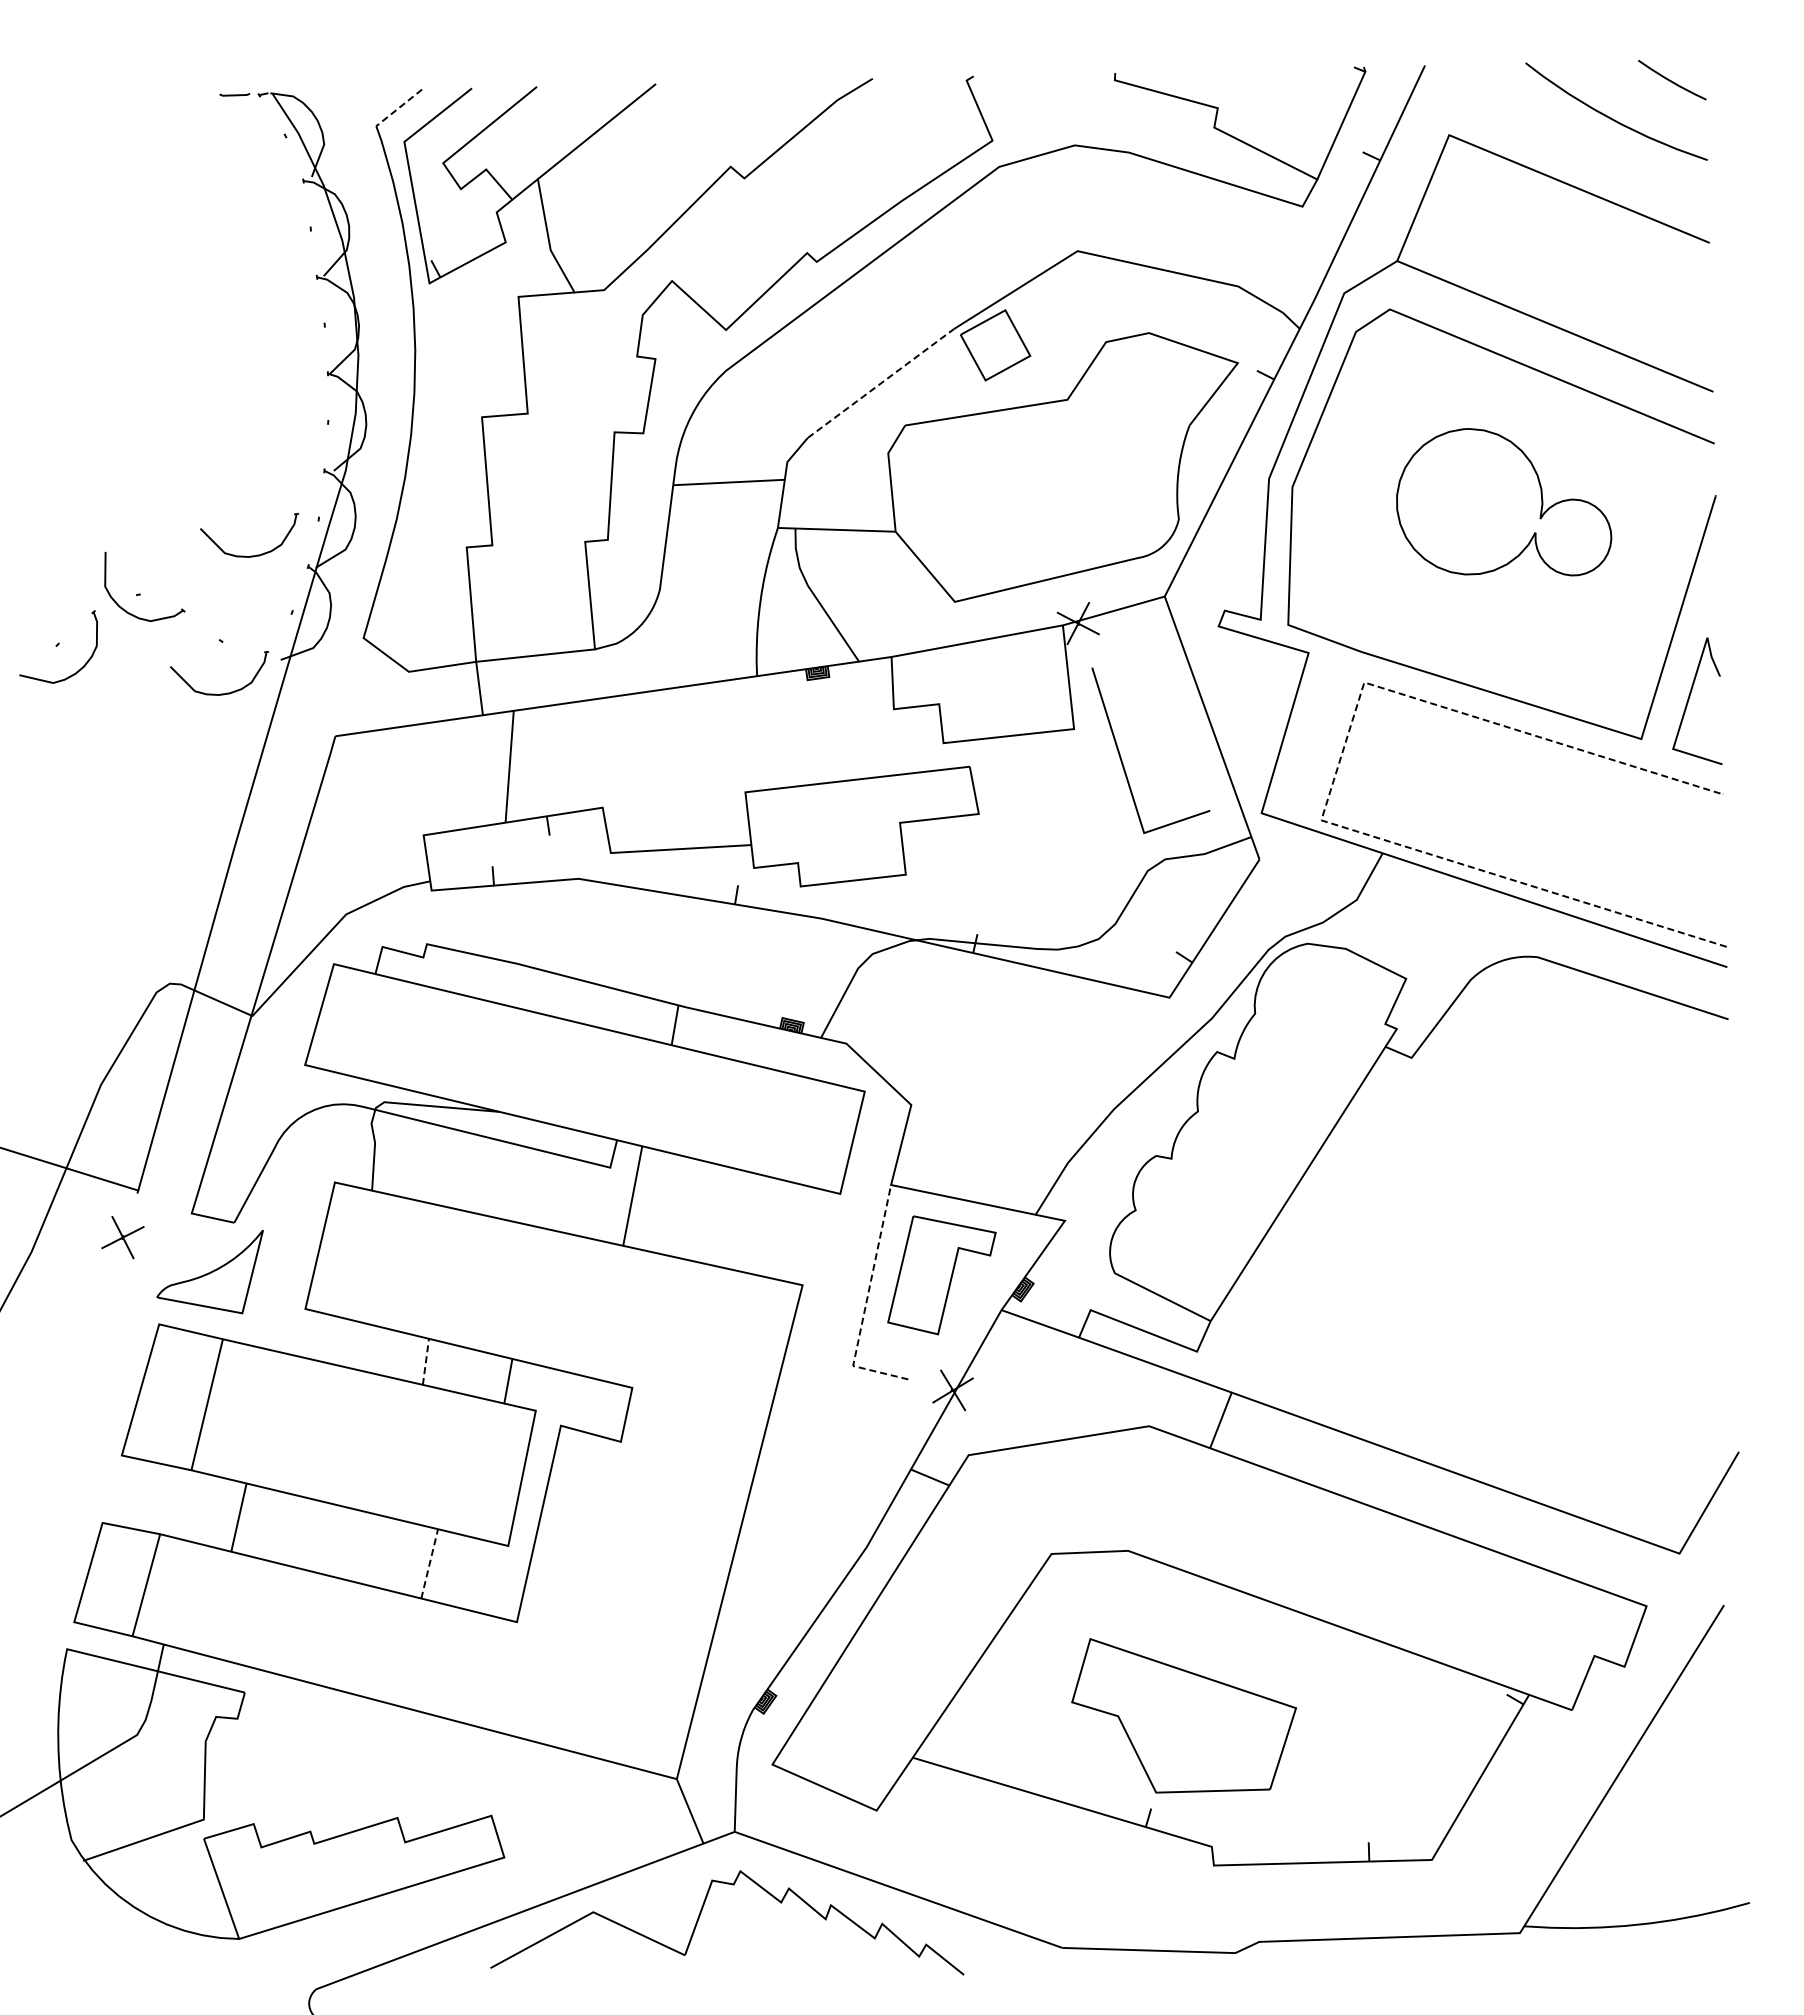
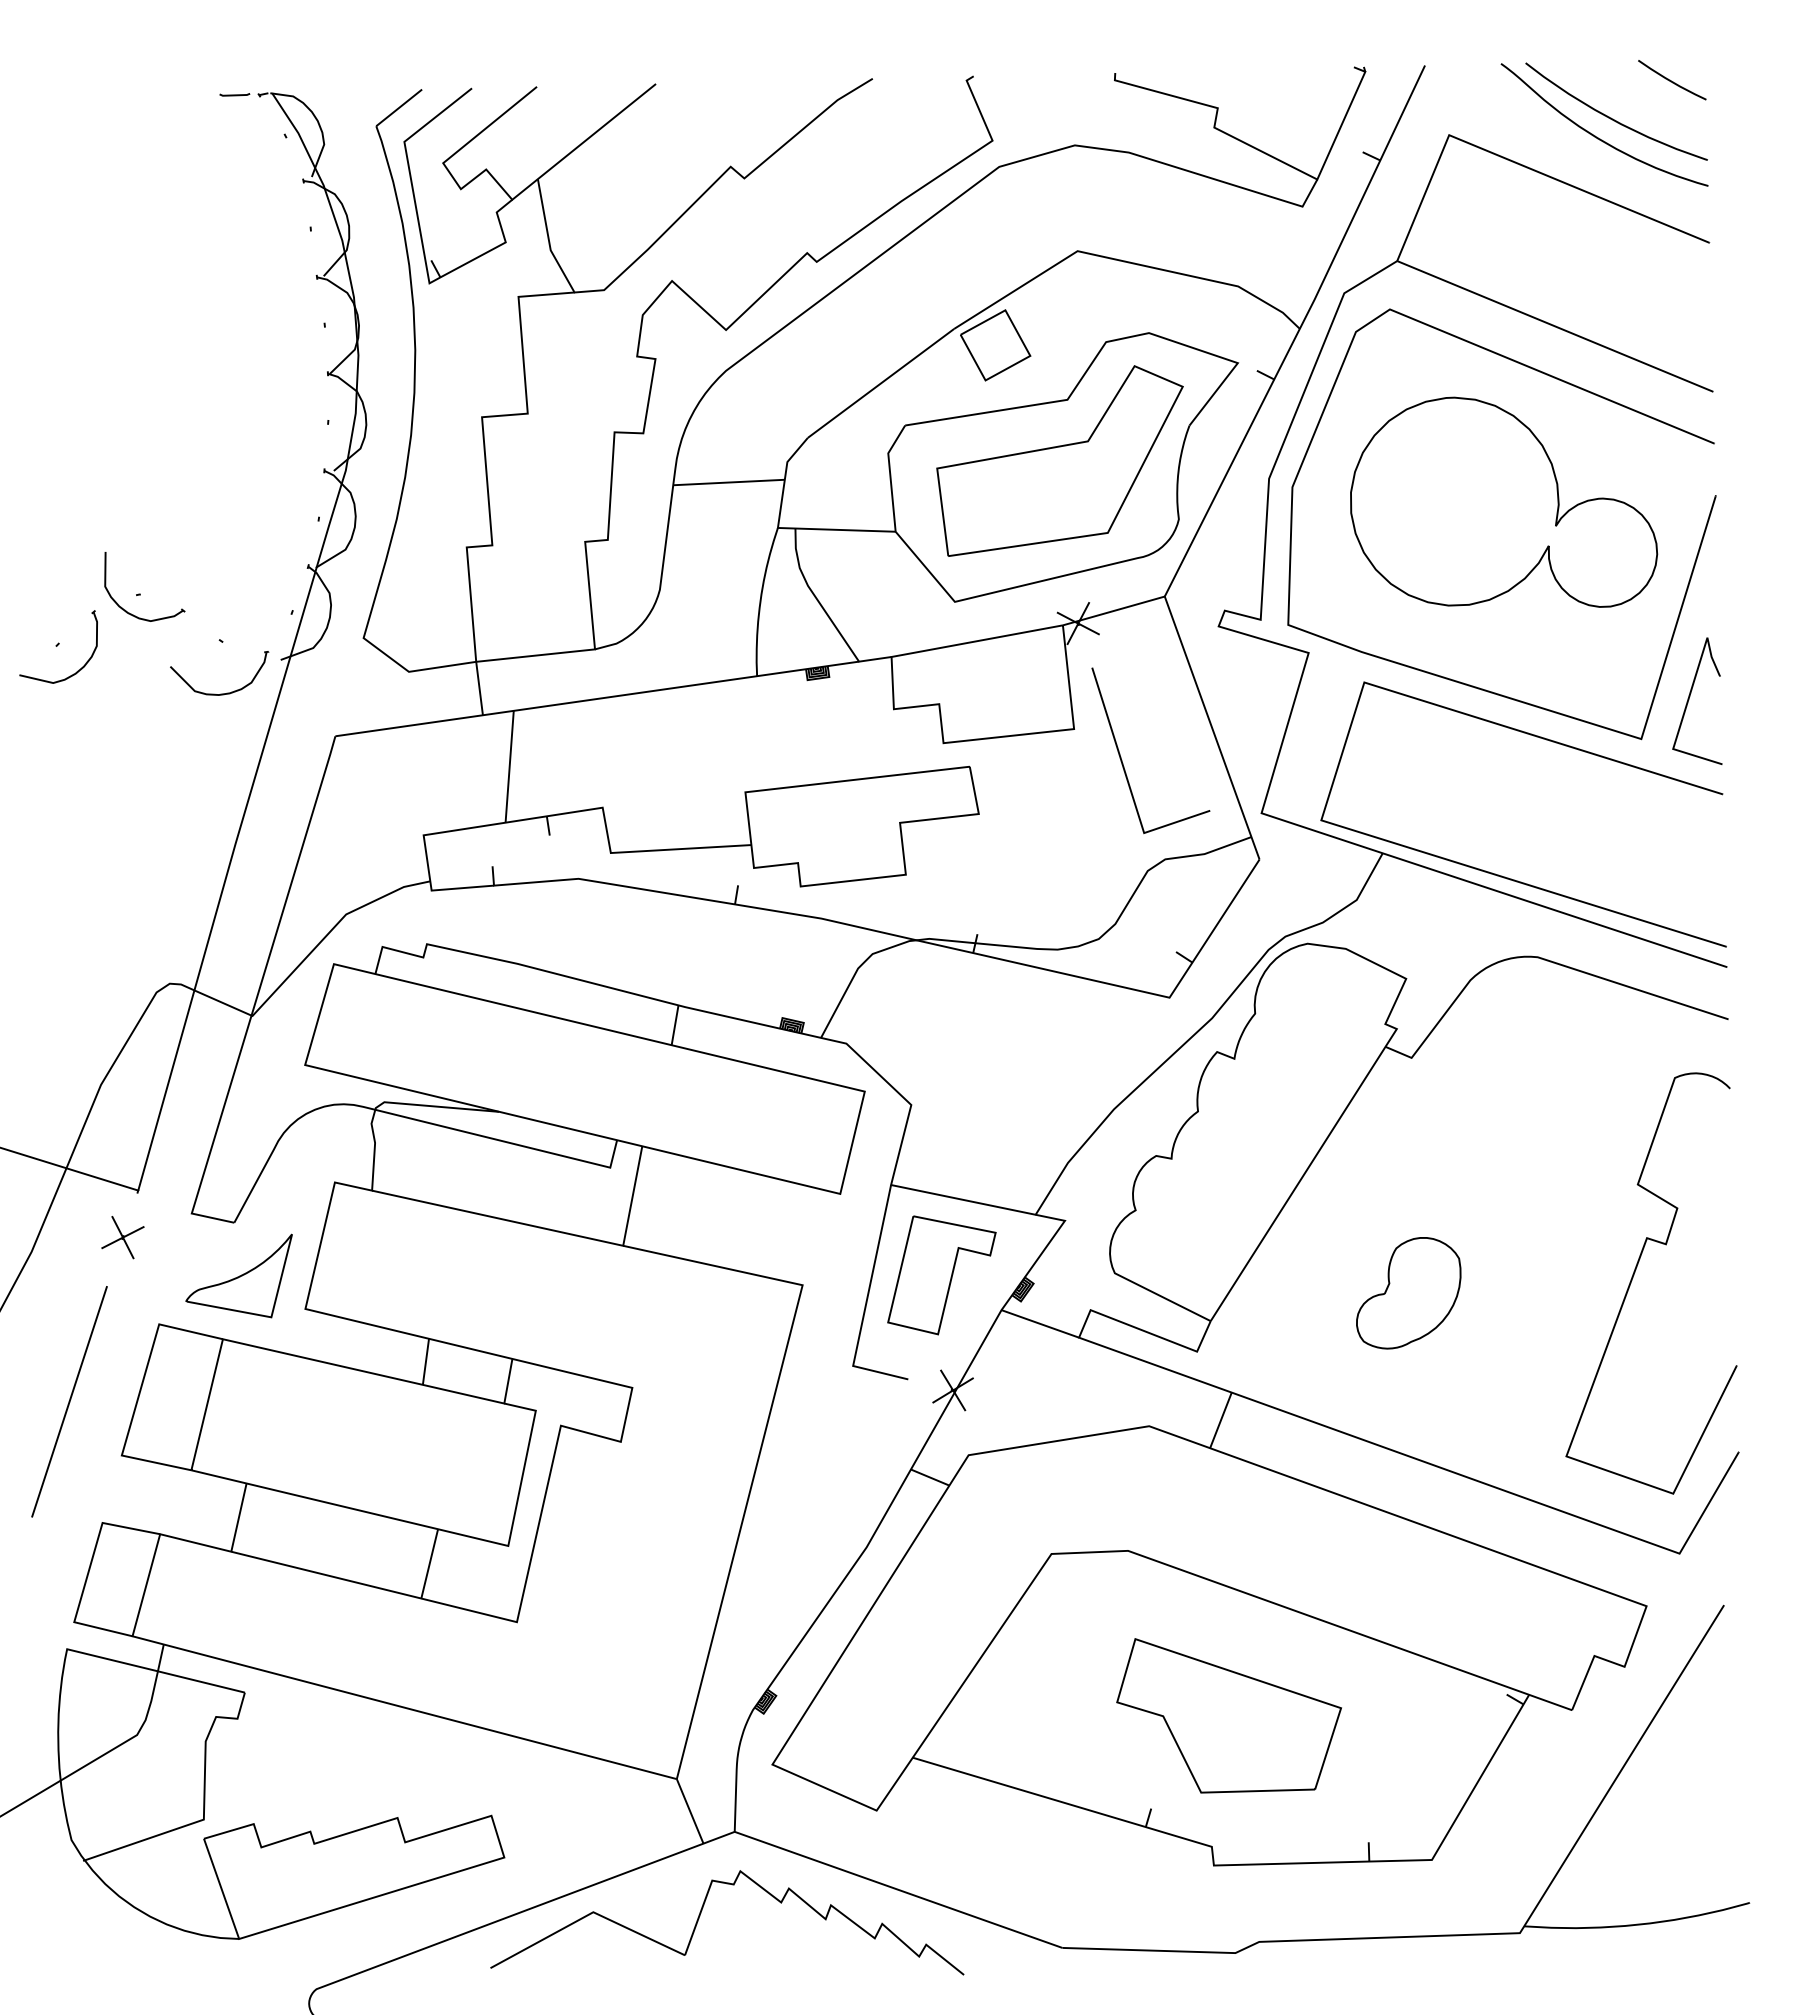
line at (398, 108): dashed -> solid
part at (1595, 135): none -> present
line at (881, 383): dashed -> solid
part at (1059, 460): none -> present
part at (1504, 502) size: 217x149 px -> 309x212 px
part at (250, 555): present -> none
line at (1335, 774): dashed -> solid
part at (209, 1271) position: (209, 1271) -> (238, 1275)
part at (1633, 1278): none -> present
part at (1408, 1293): none -> present
line at (866, 1303): dashed -> solid
line at (425, 1362): dashed -> solid
line at (69, 1401): none -> present
line at (429, 1564): dashed -> solid
part at (1183, 1715) position: (1183, 1715) -> (1228, 1715)
